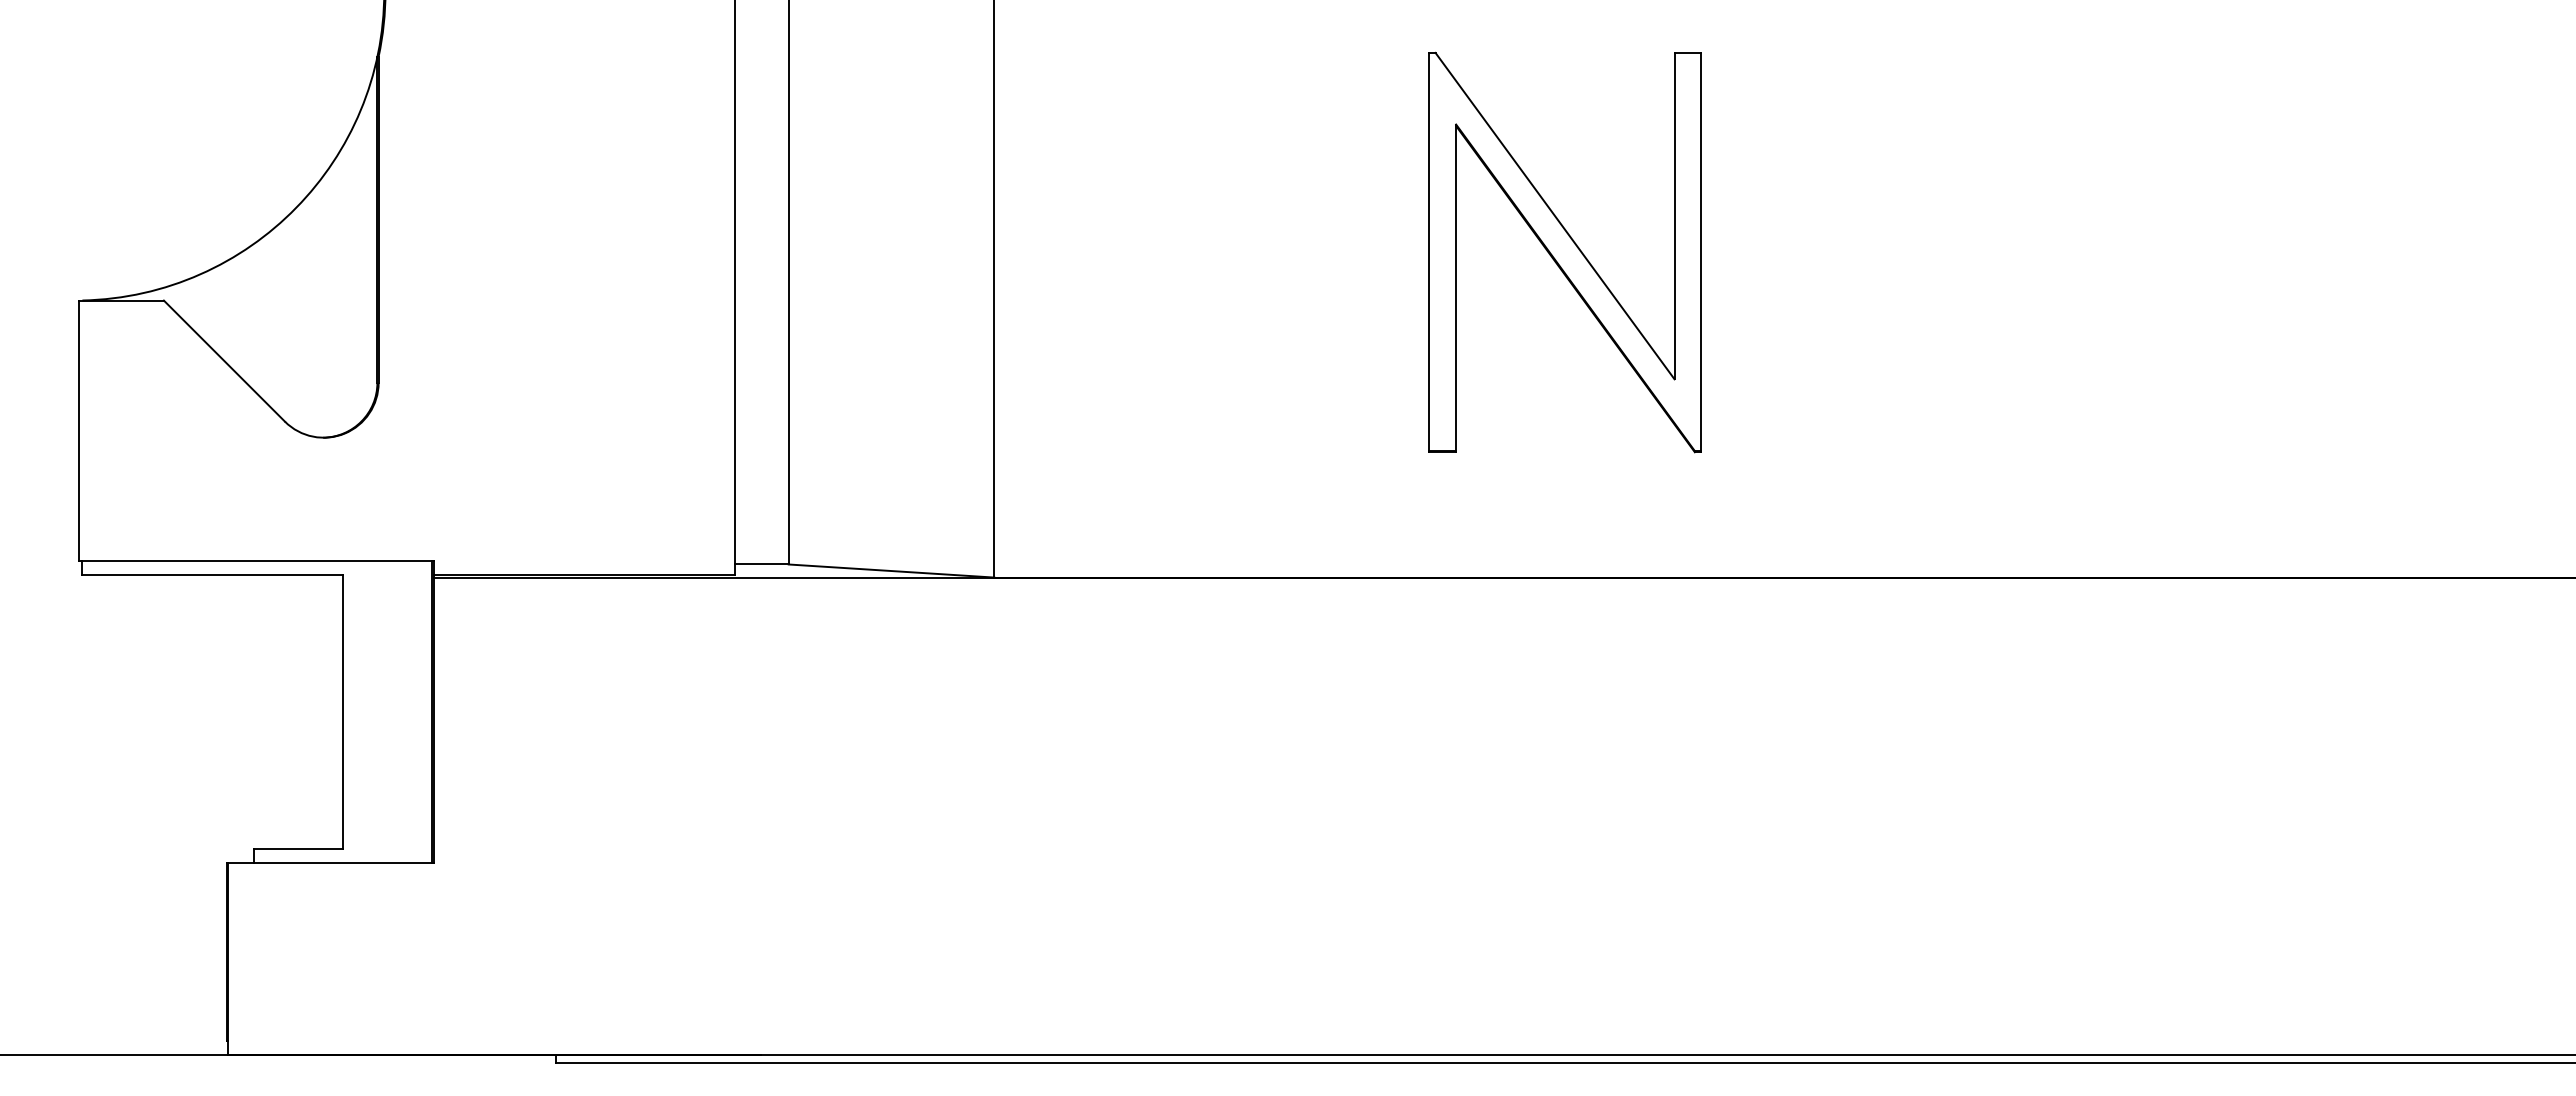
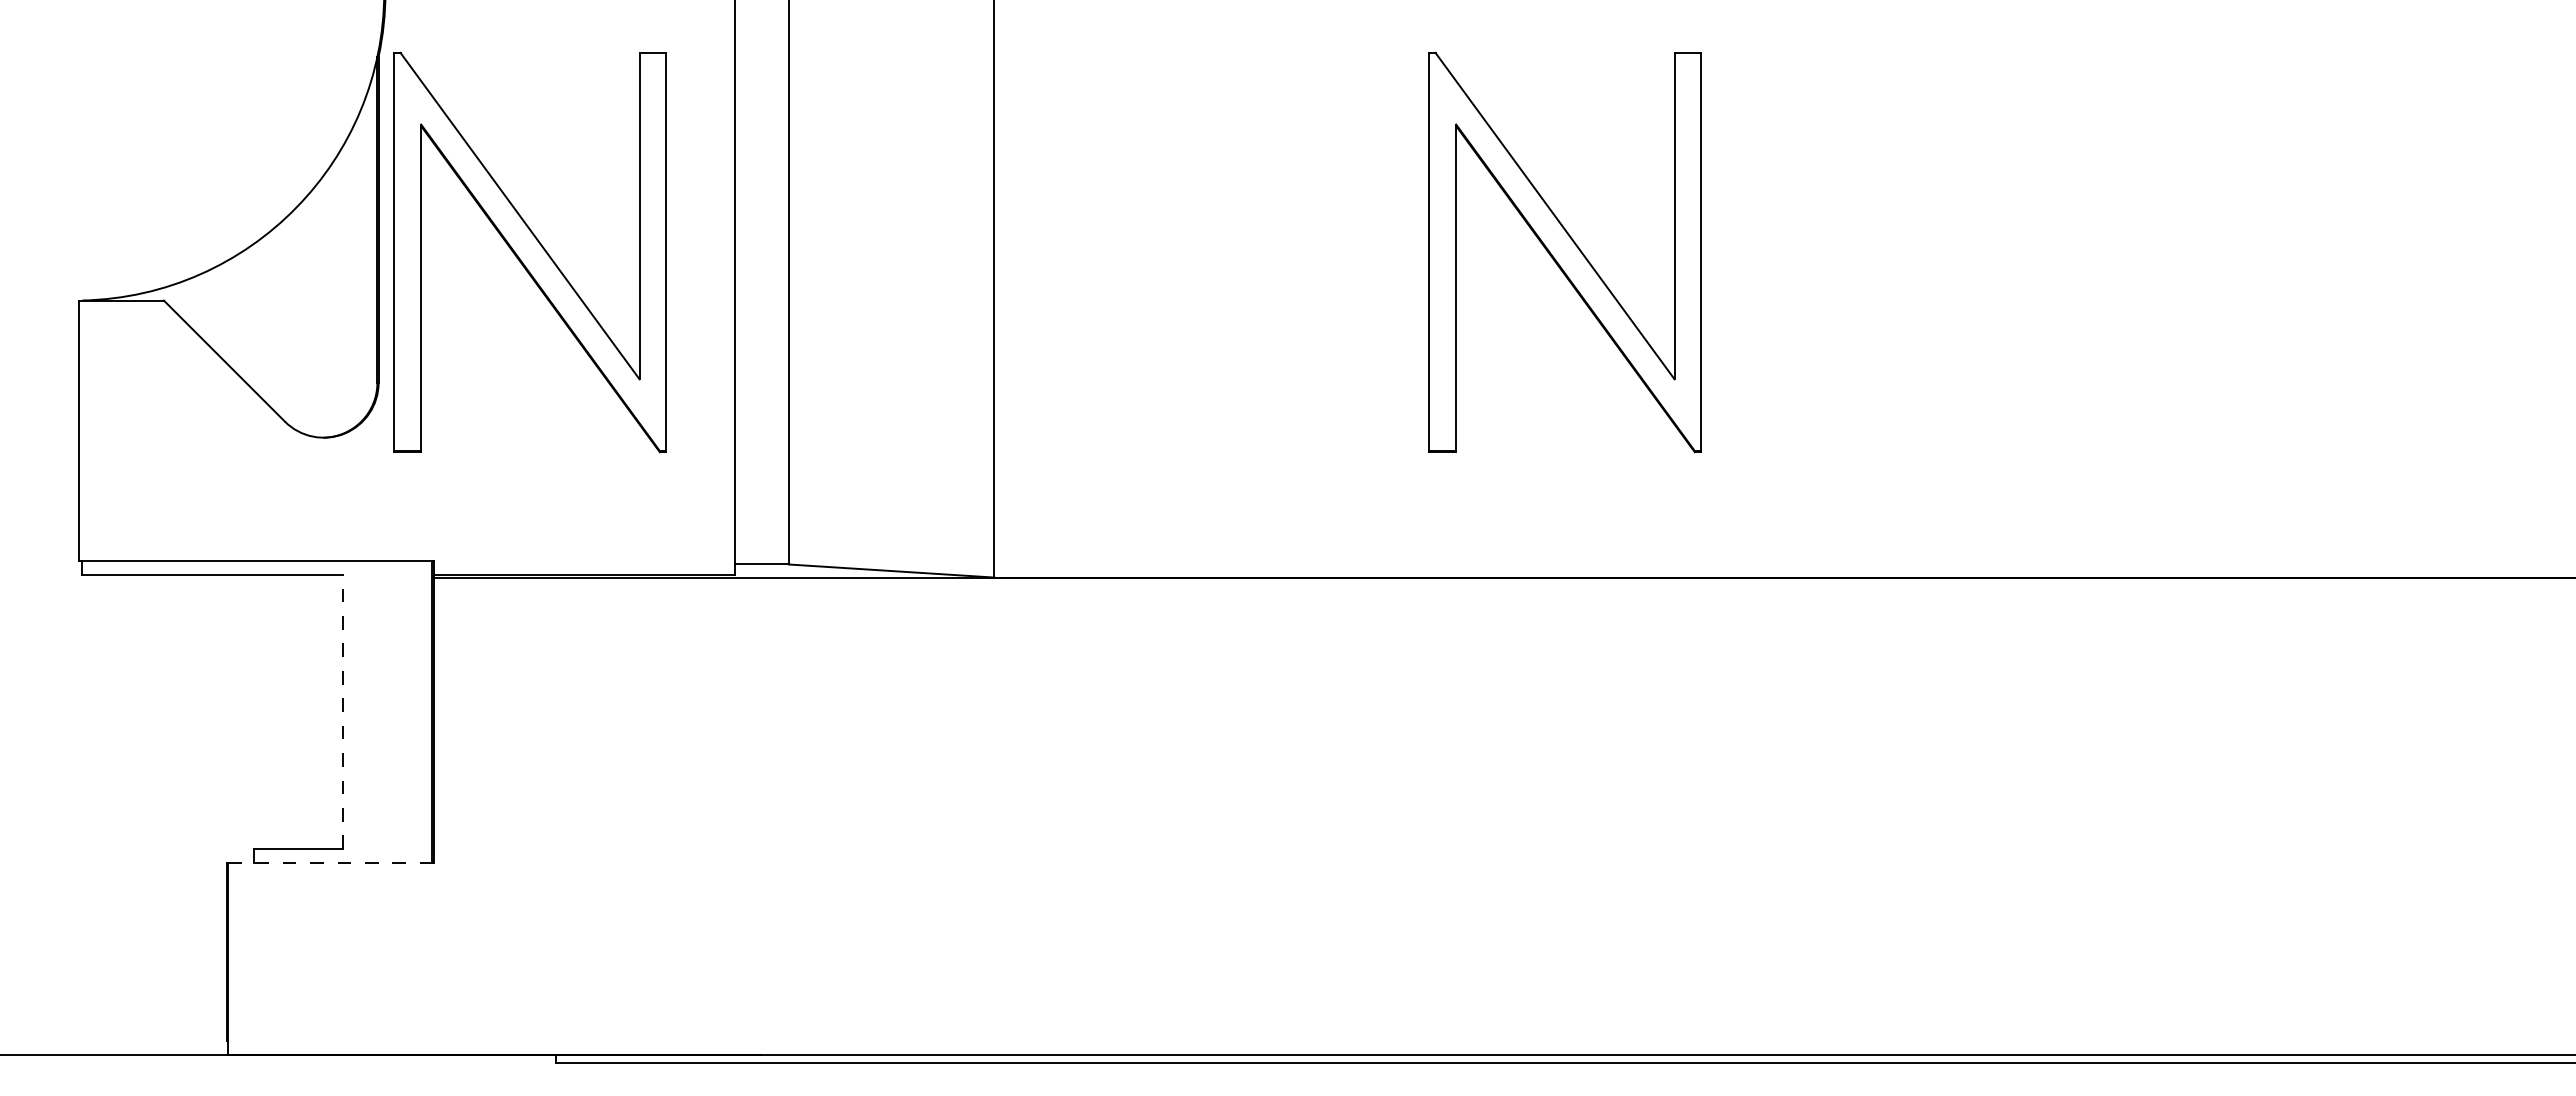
part at (529, 252): none -> present
line at (343, 711): solid -> dashed
line at (330, 862): solid -> dashed
